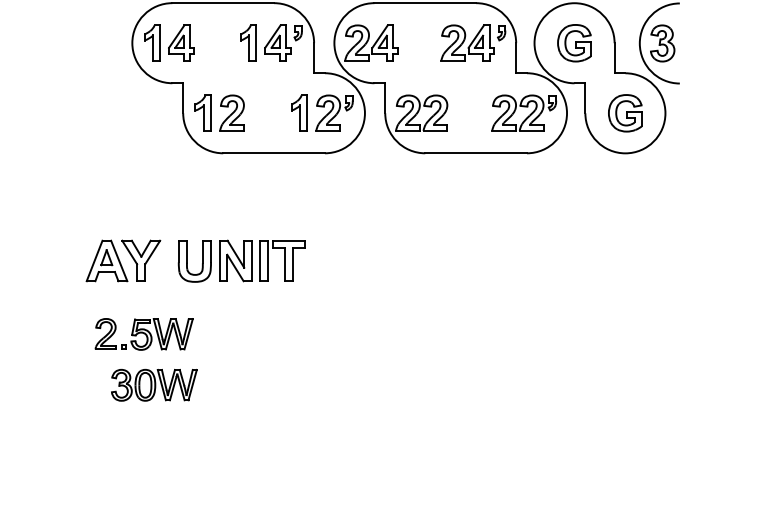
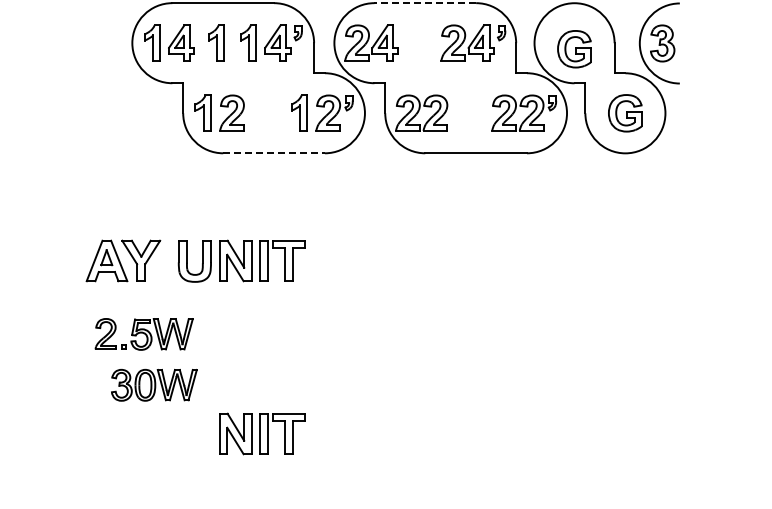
line at (425, 3): solid -> dashed
part at (216, 42): none -> present
part at (574, 43) position: (574, 43) -> (574, 49)
line at (274, 153): solid -> dashed
part at (262, 433): none -> present
